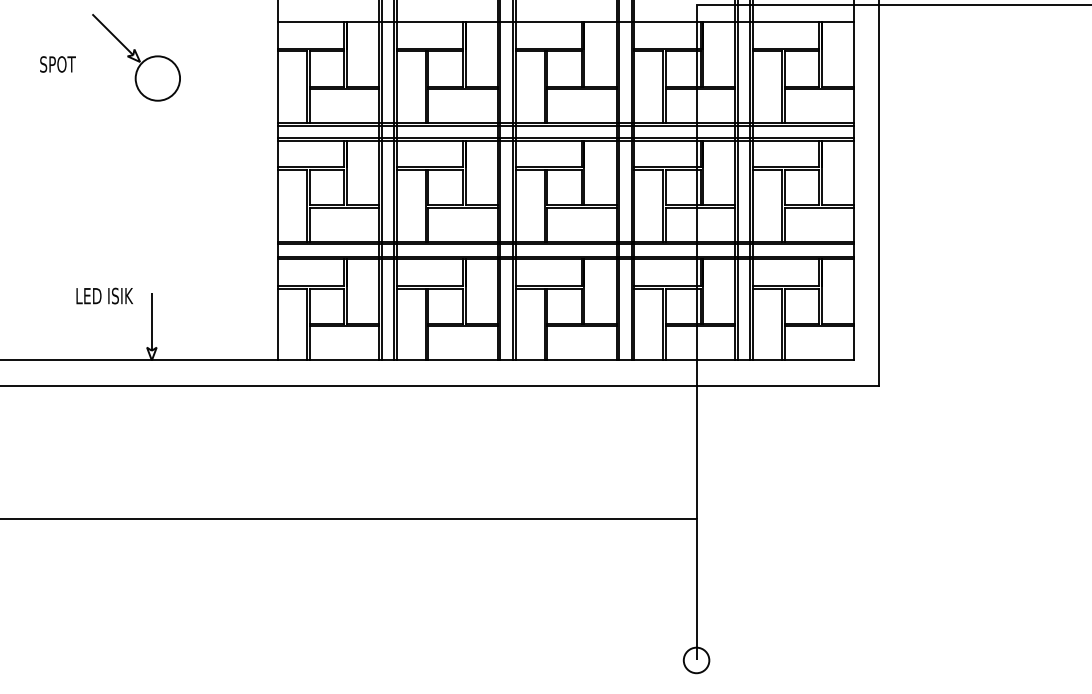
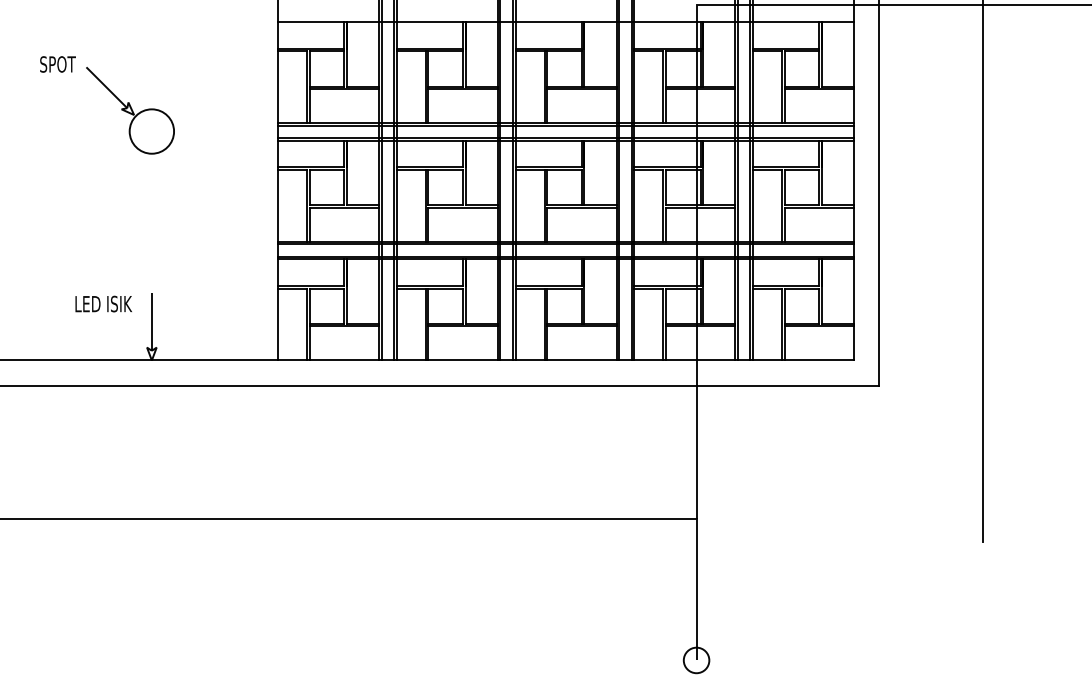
part at (136, 57) position: (136, 57) -> (130, 110)
line at (983, 271): none -> present
text at (104, 295) position: (104, 295) -> (103, 303)
